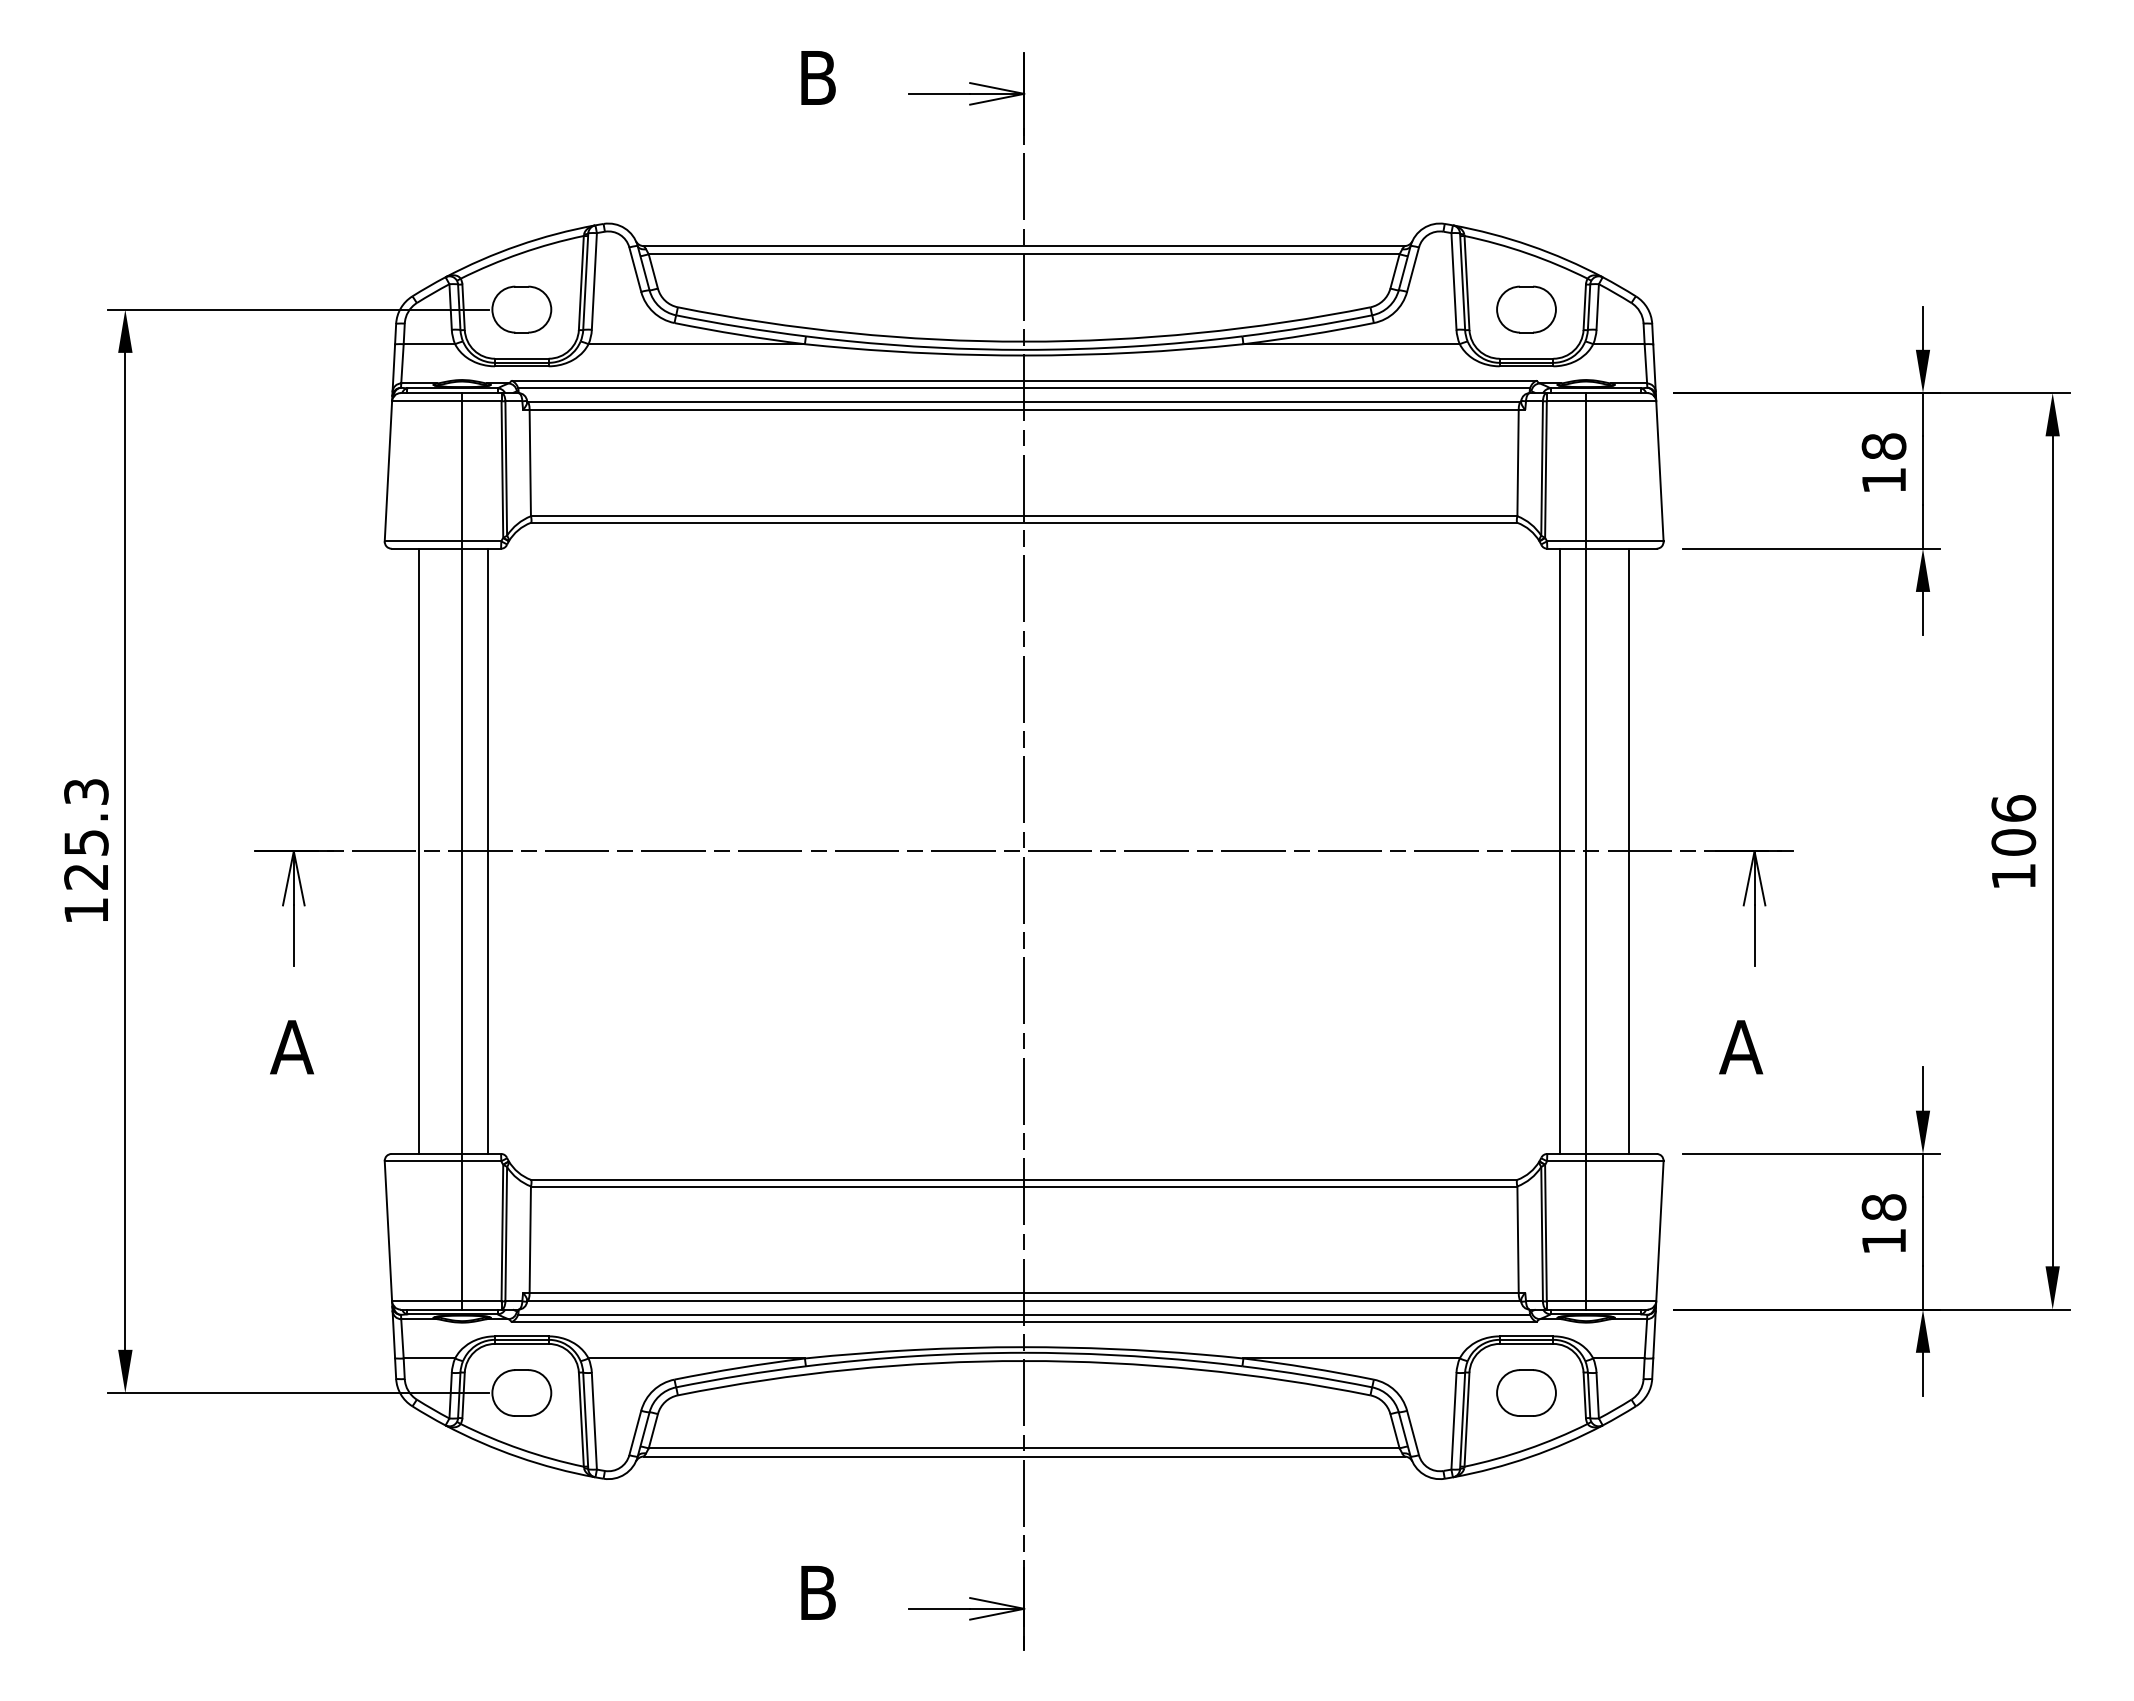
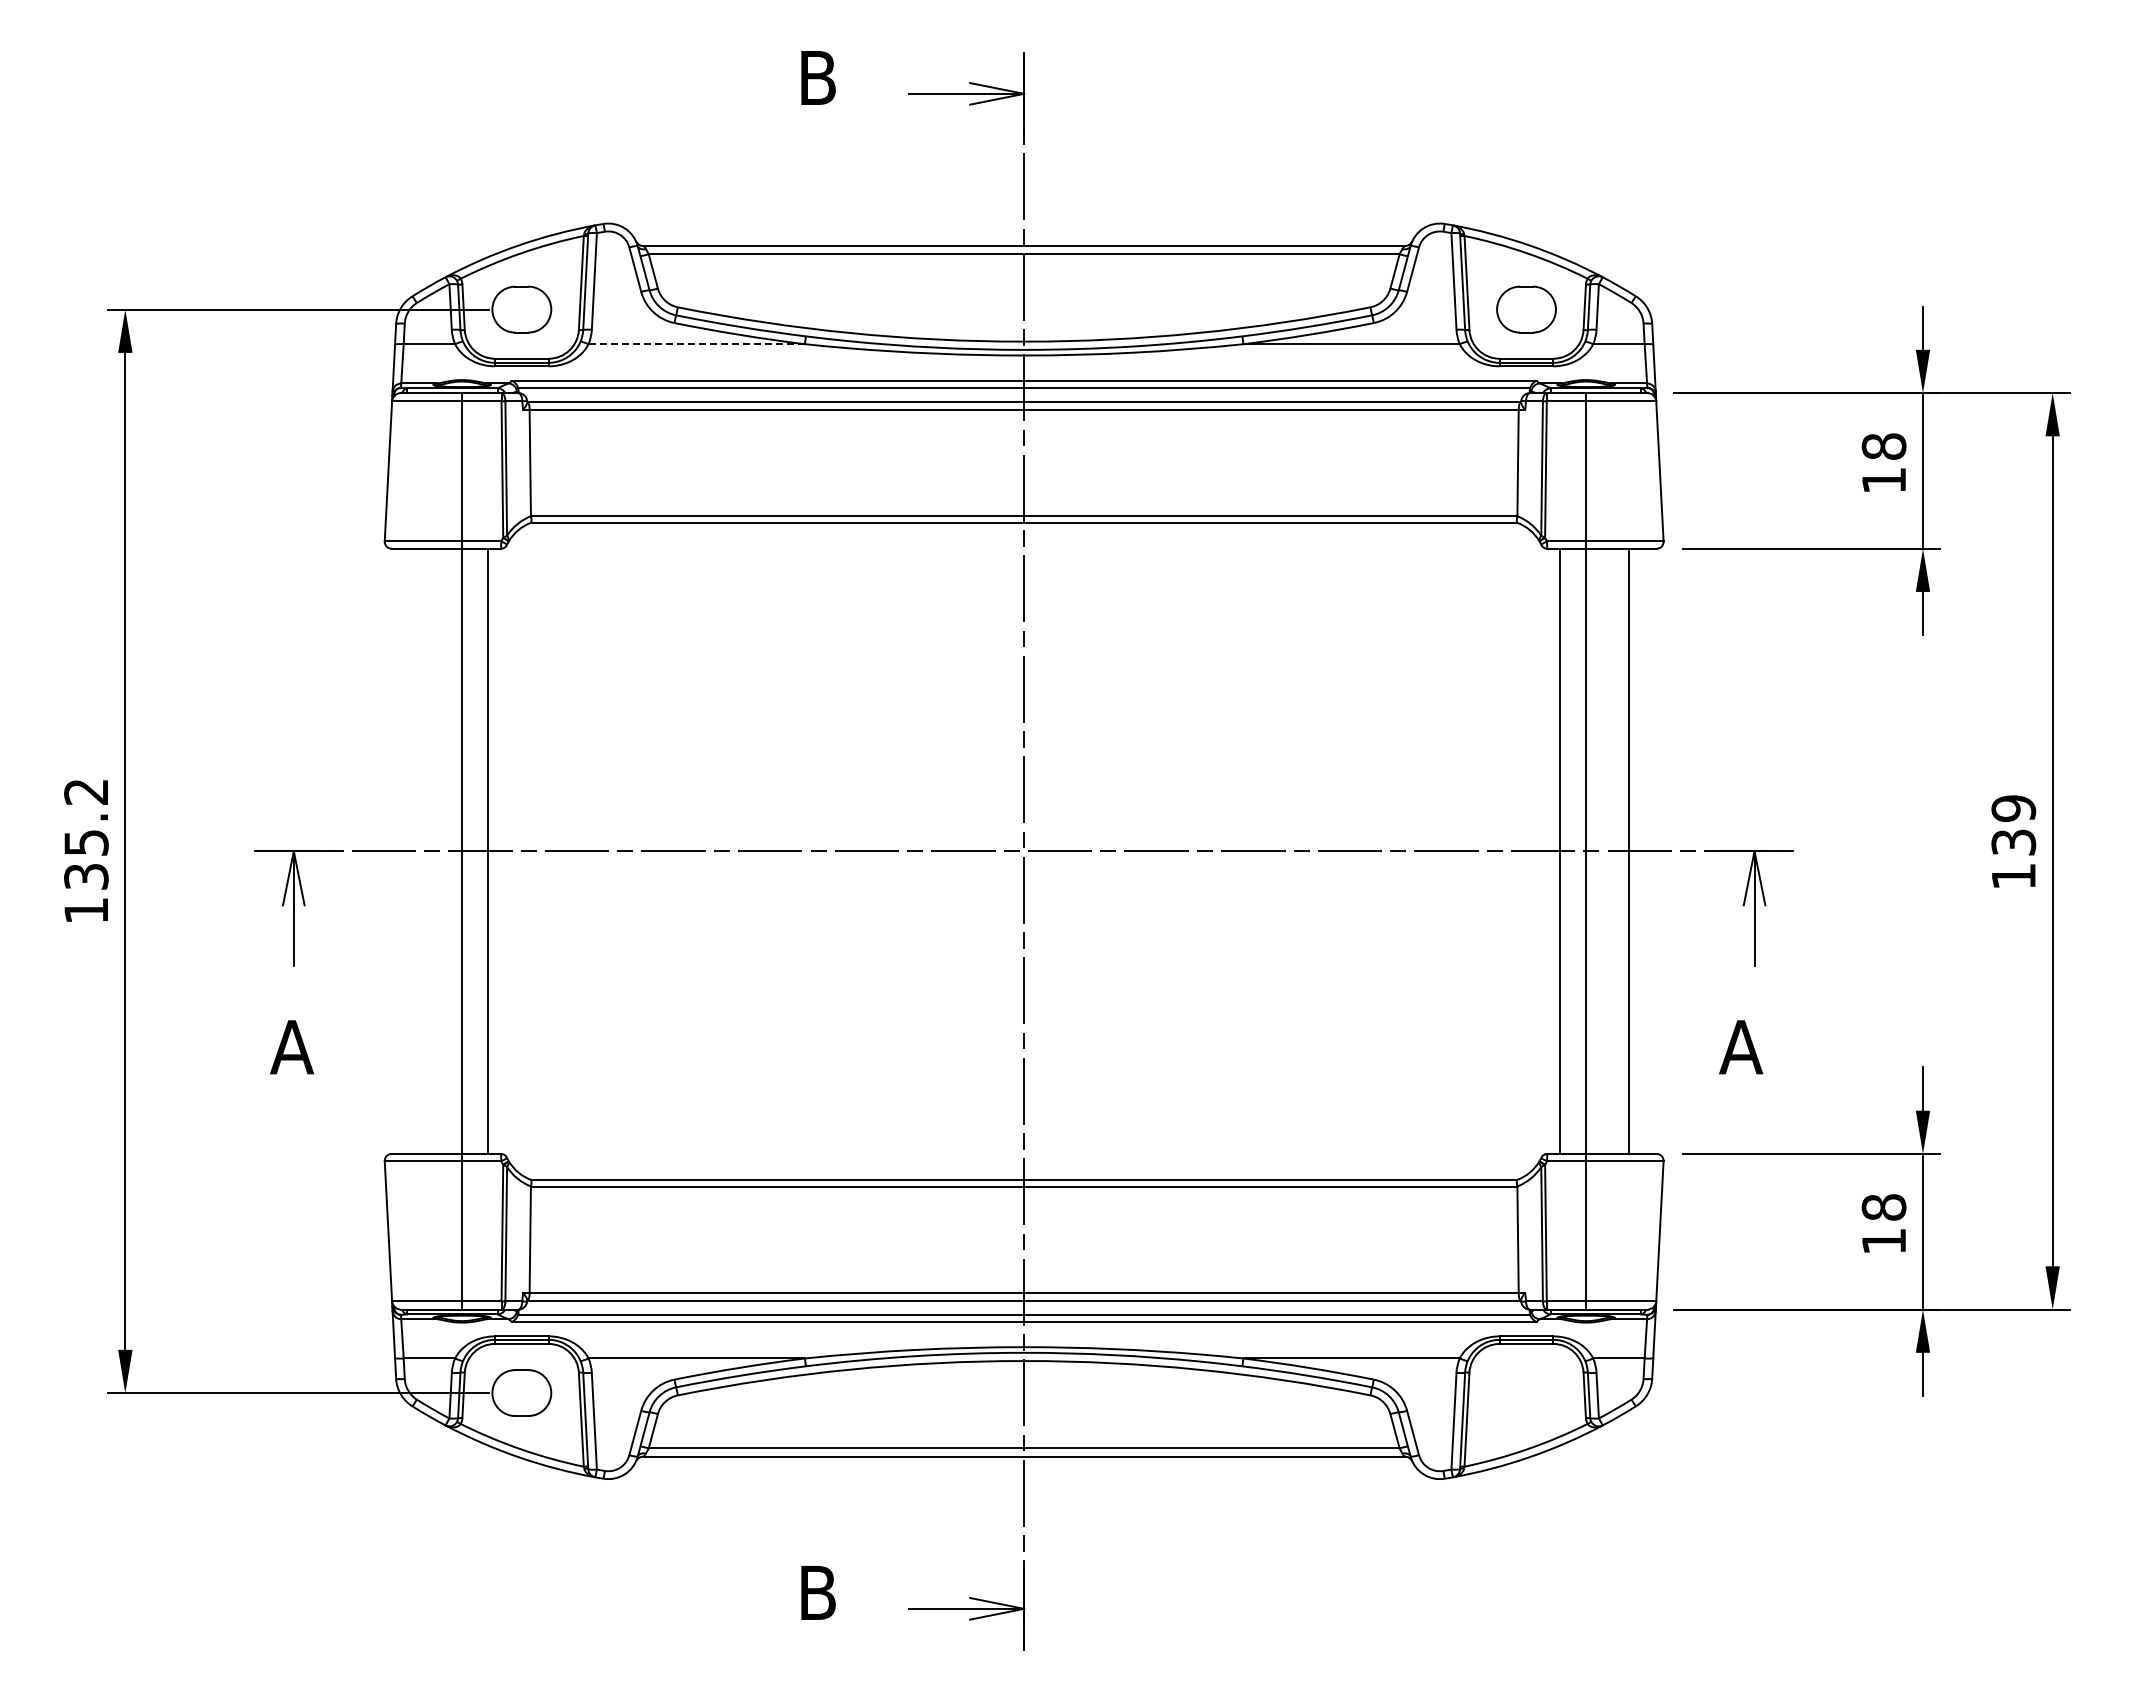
line at (696, 344): solid -> dashed
text at (2013, 825): 106 -> 139
text at (86, 834): 125.3 -> 135.2
line at (418, 850): present -> none
part at (1526, 1392): present -> none
